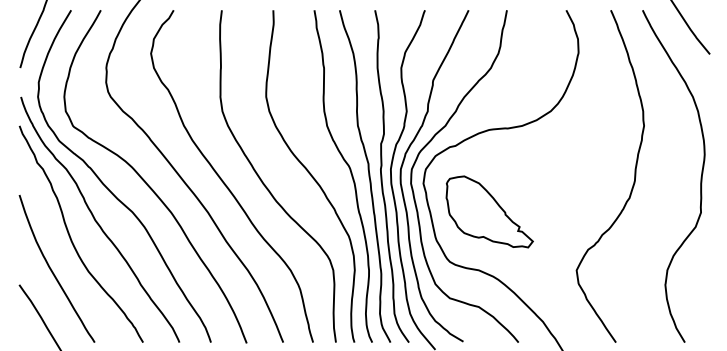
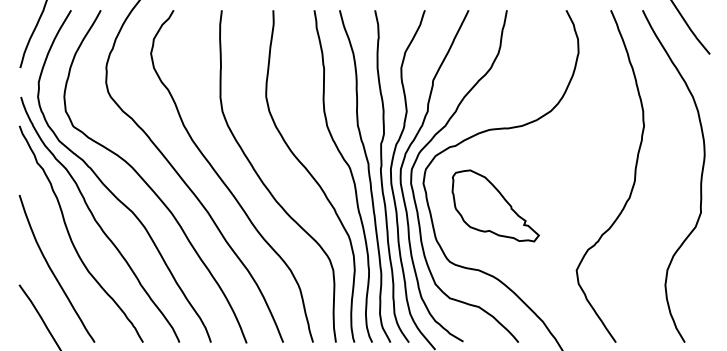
part at (489, 211) position: (489, 211) -> (495, 205)
